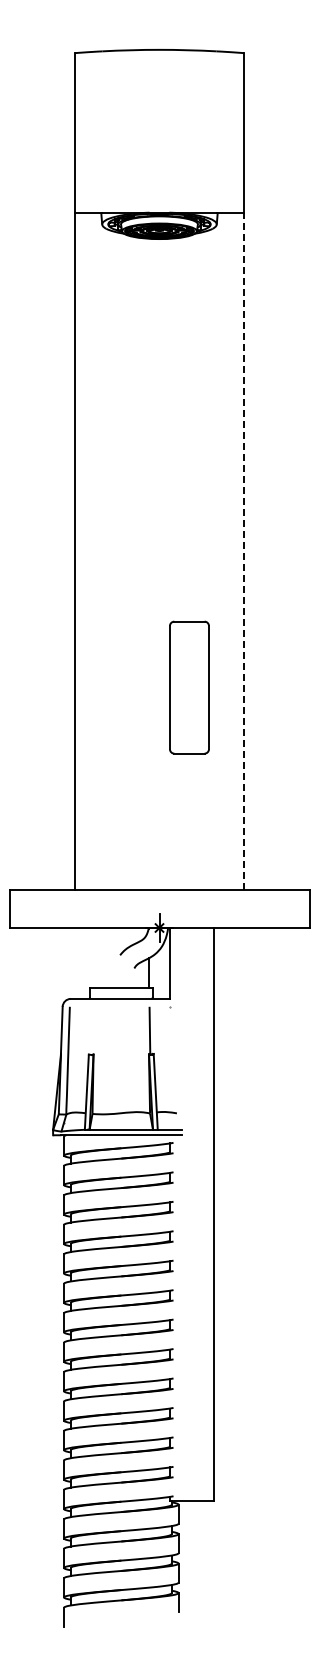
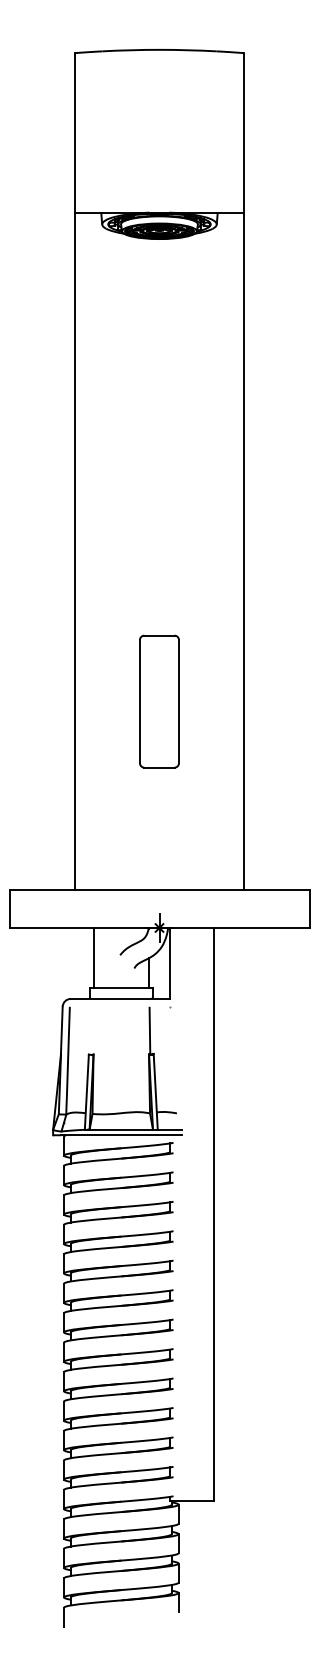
line at (244, 551): dashed -> solid
part at (189, 687) position: (189, 687) -> (159, 701)
line at (94, 958): none -> present
